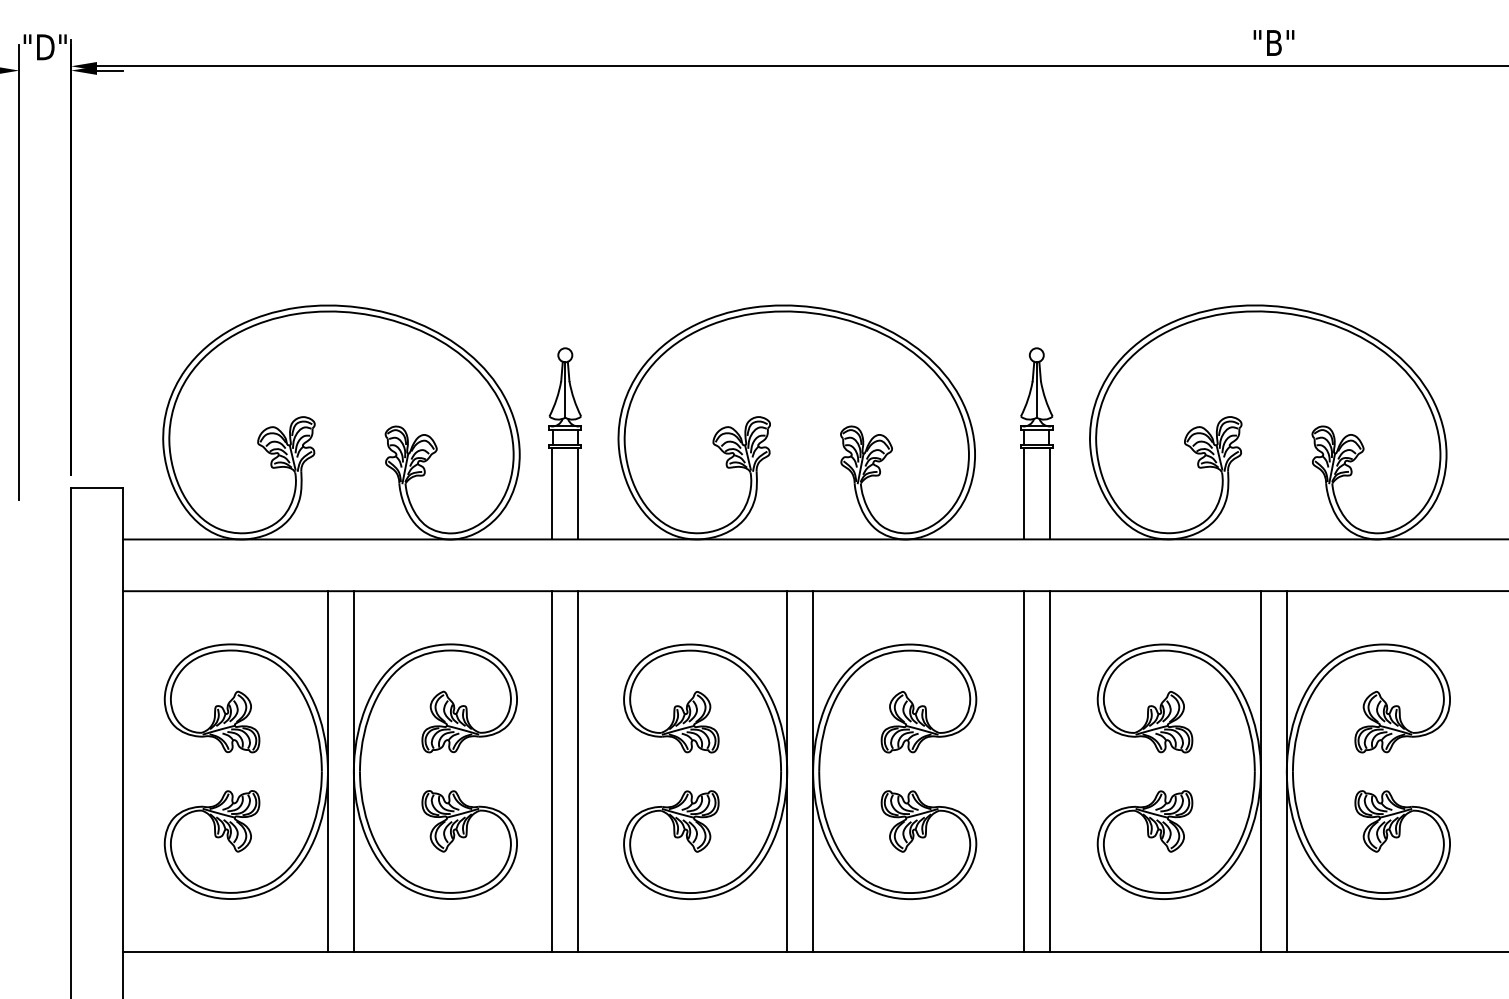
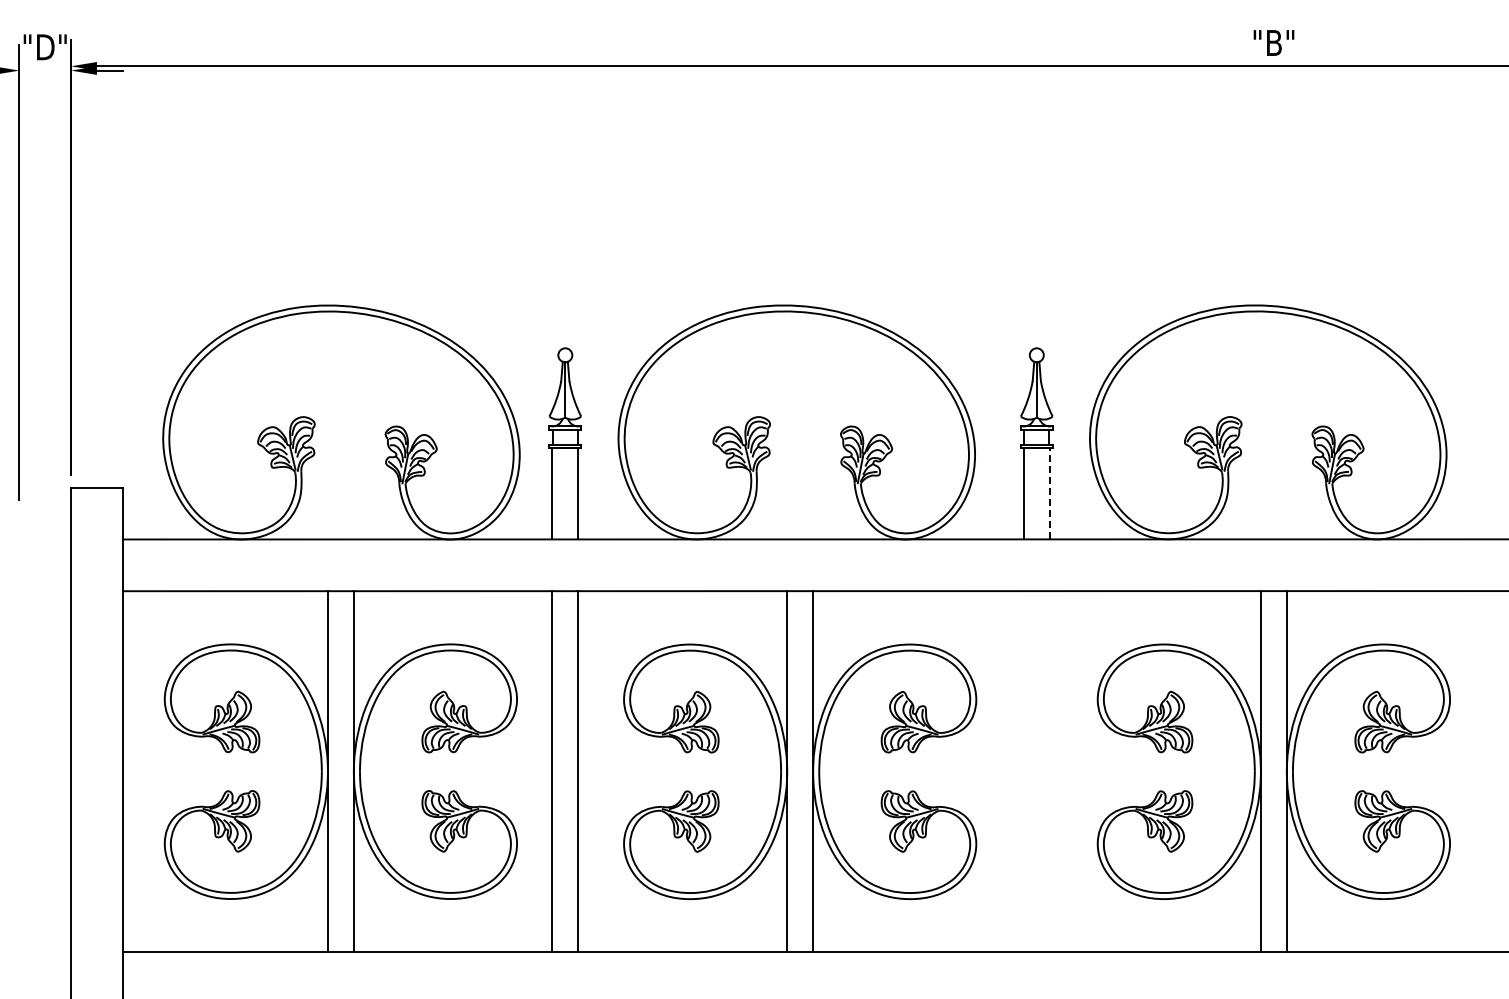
line at (1049, 493): solid -> dashed
line at (1023, 771): present -> none
line at (1049, 771): present -> none
